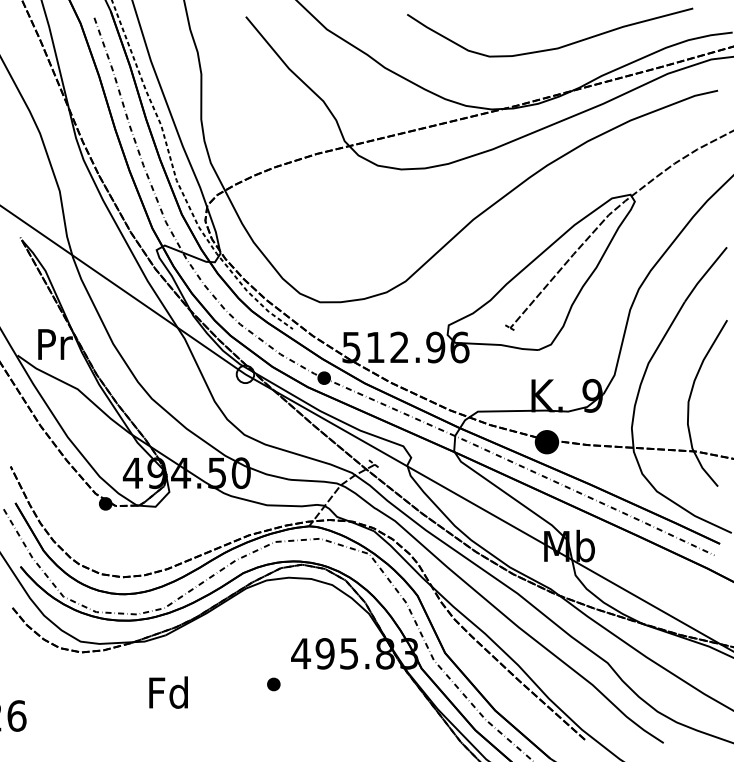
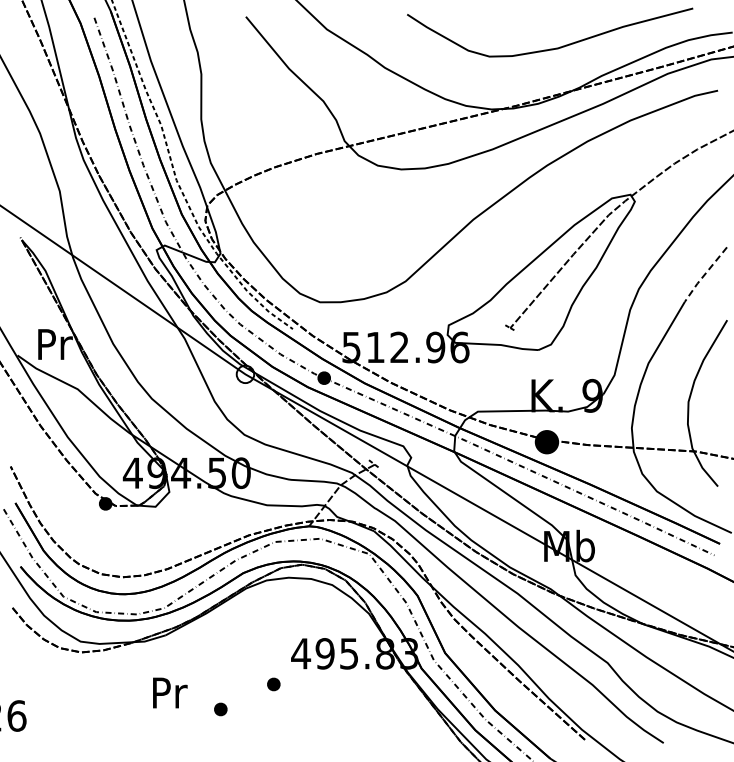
line at (704, 274): solid -> dashed
text at (168, 692): Fd -> Pr
part at (220, 709): none -> present
